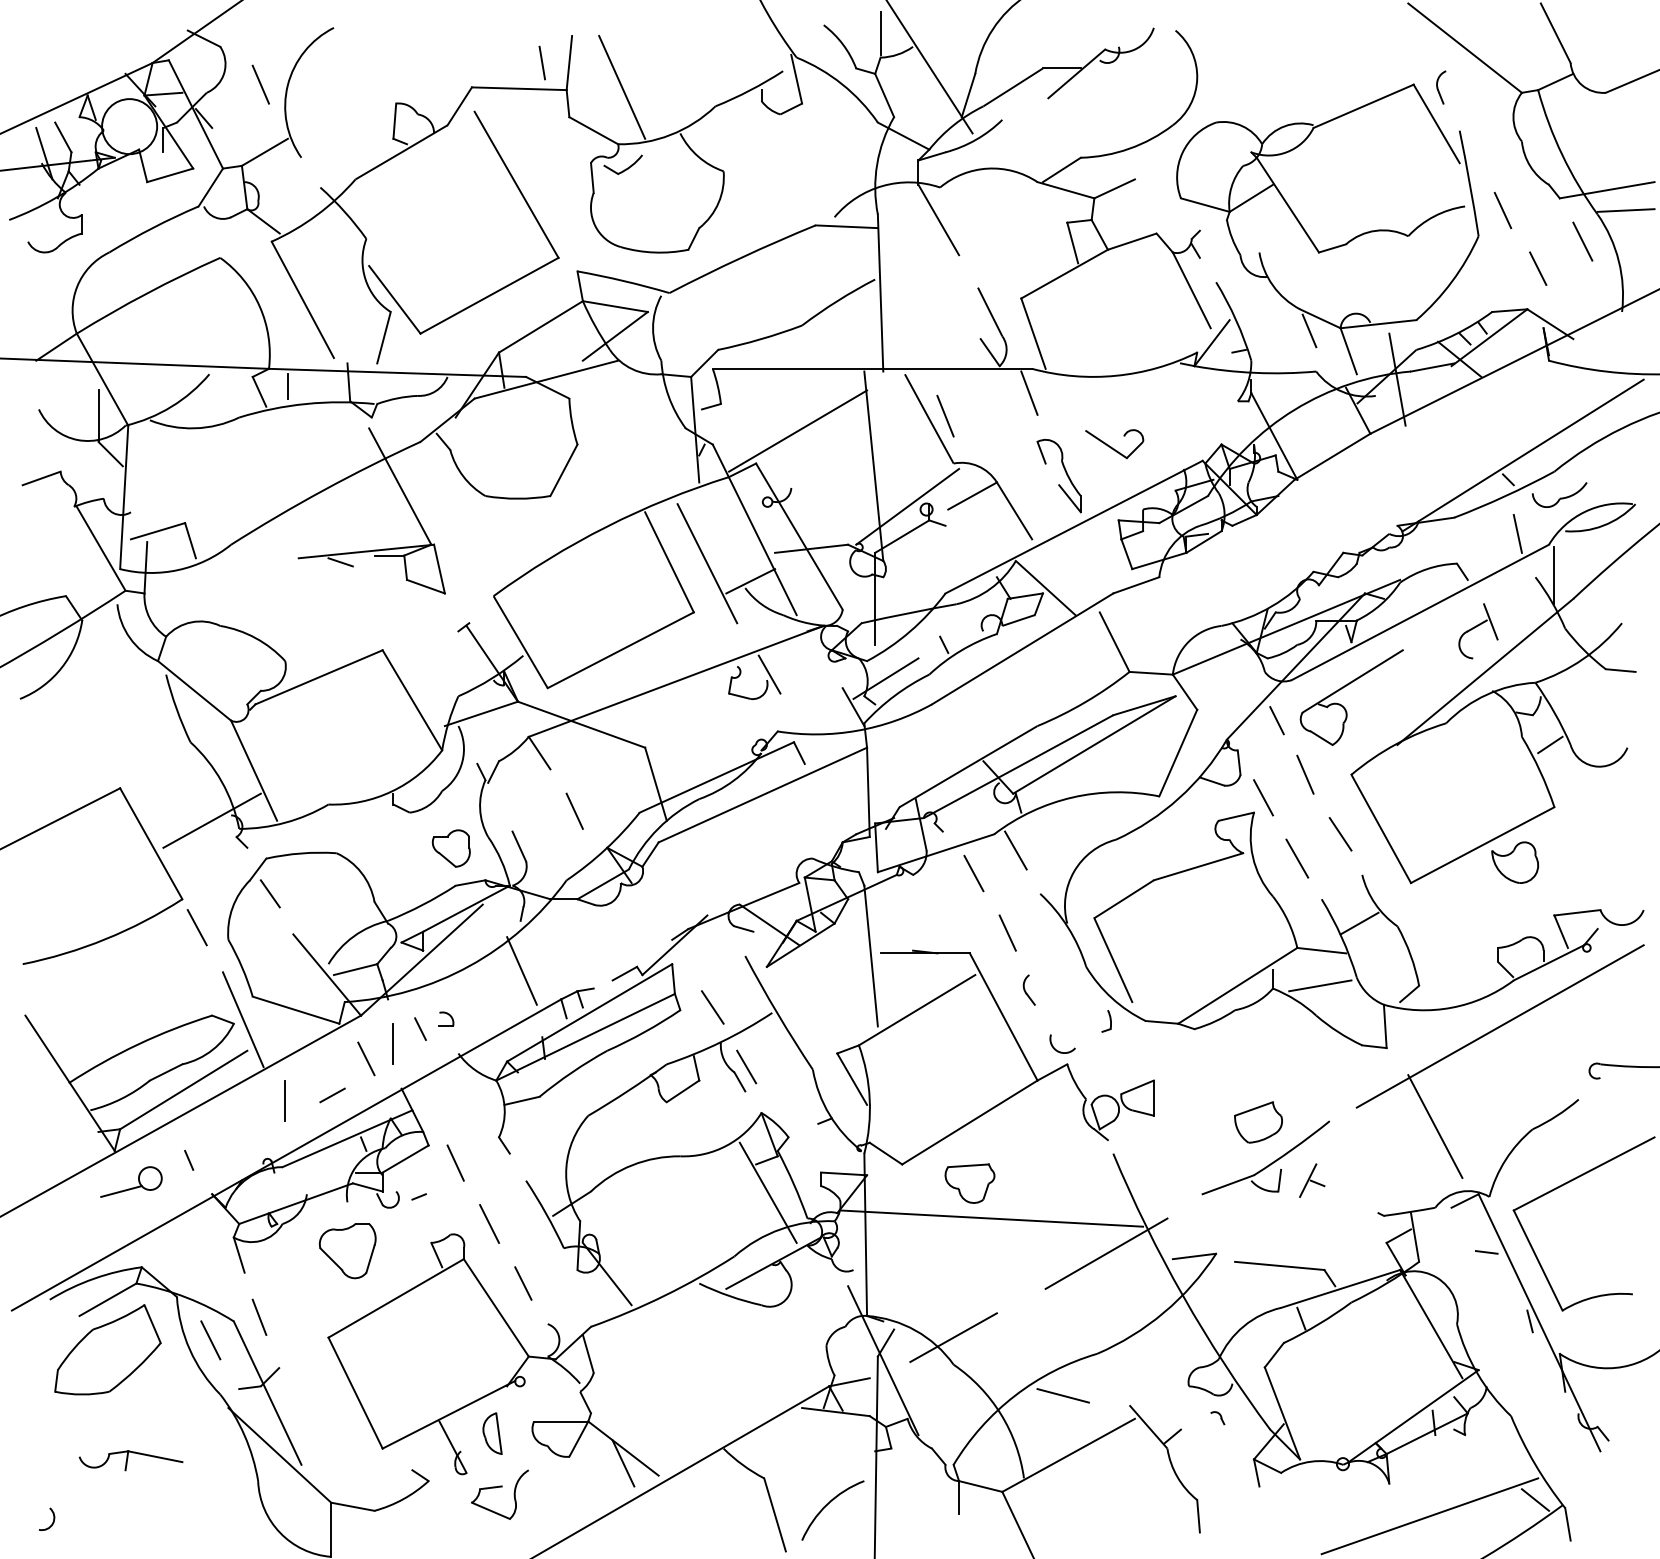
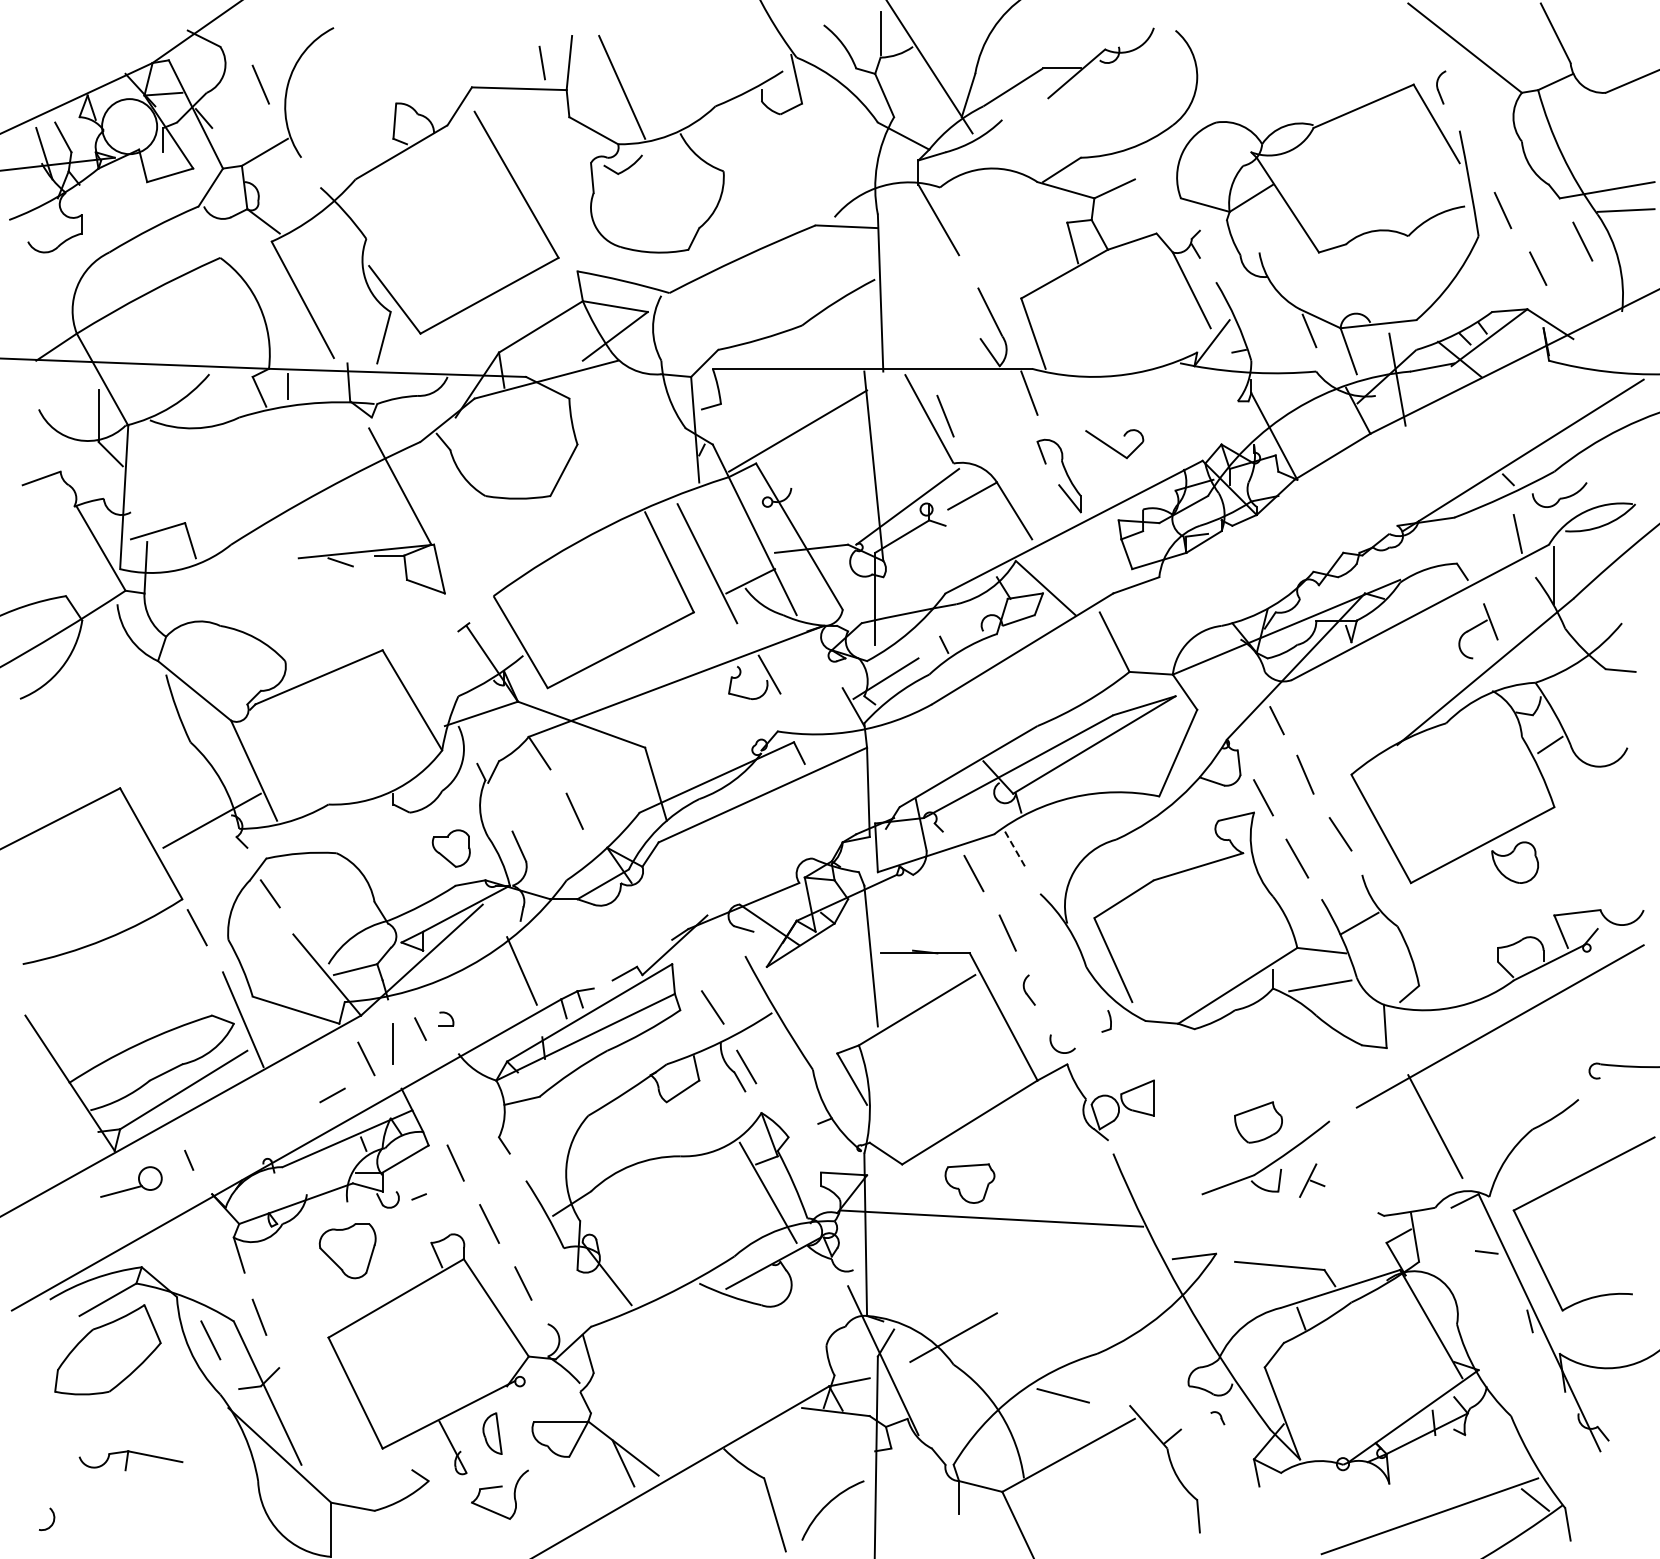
part at (1343, 705): present -> none
line at (1015, 850): solid -> dashed
line at (285, 1100): present -> none
line at (1106, 1253): present -> none
